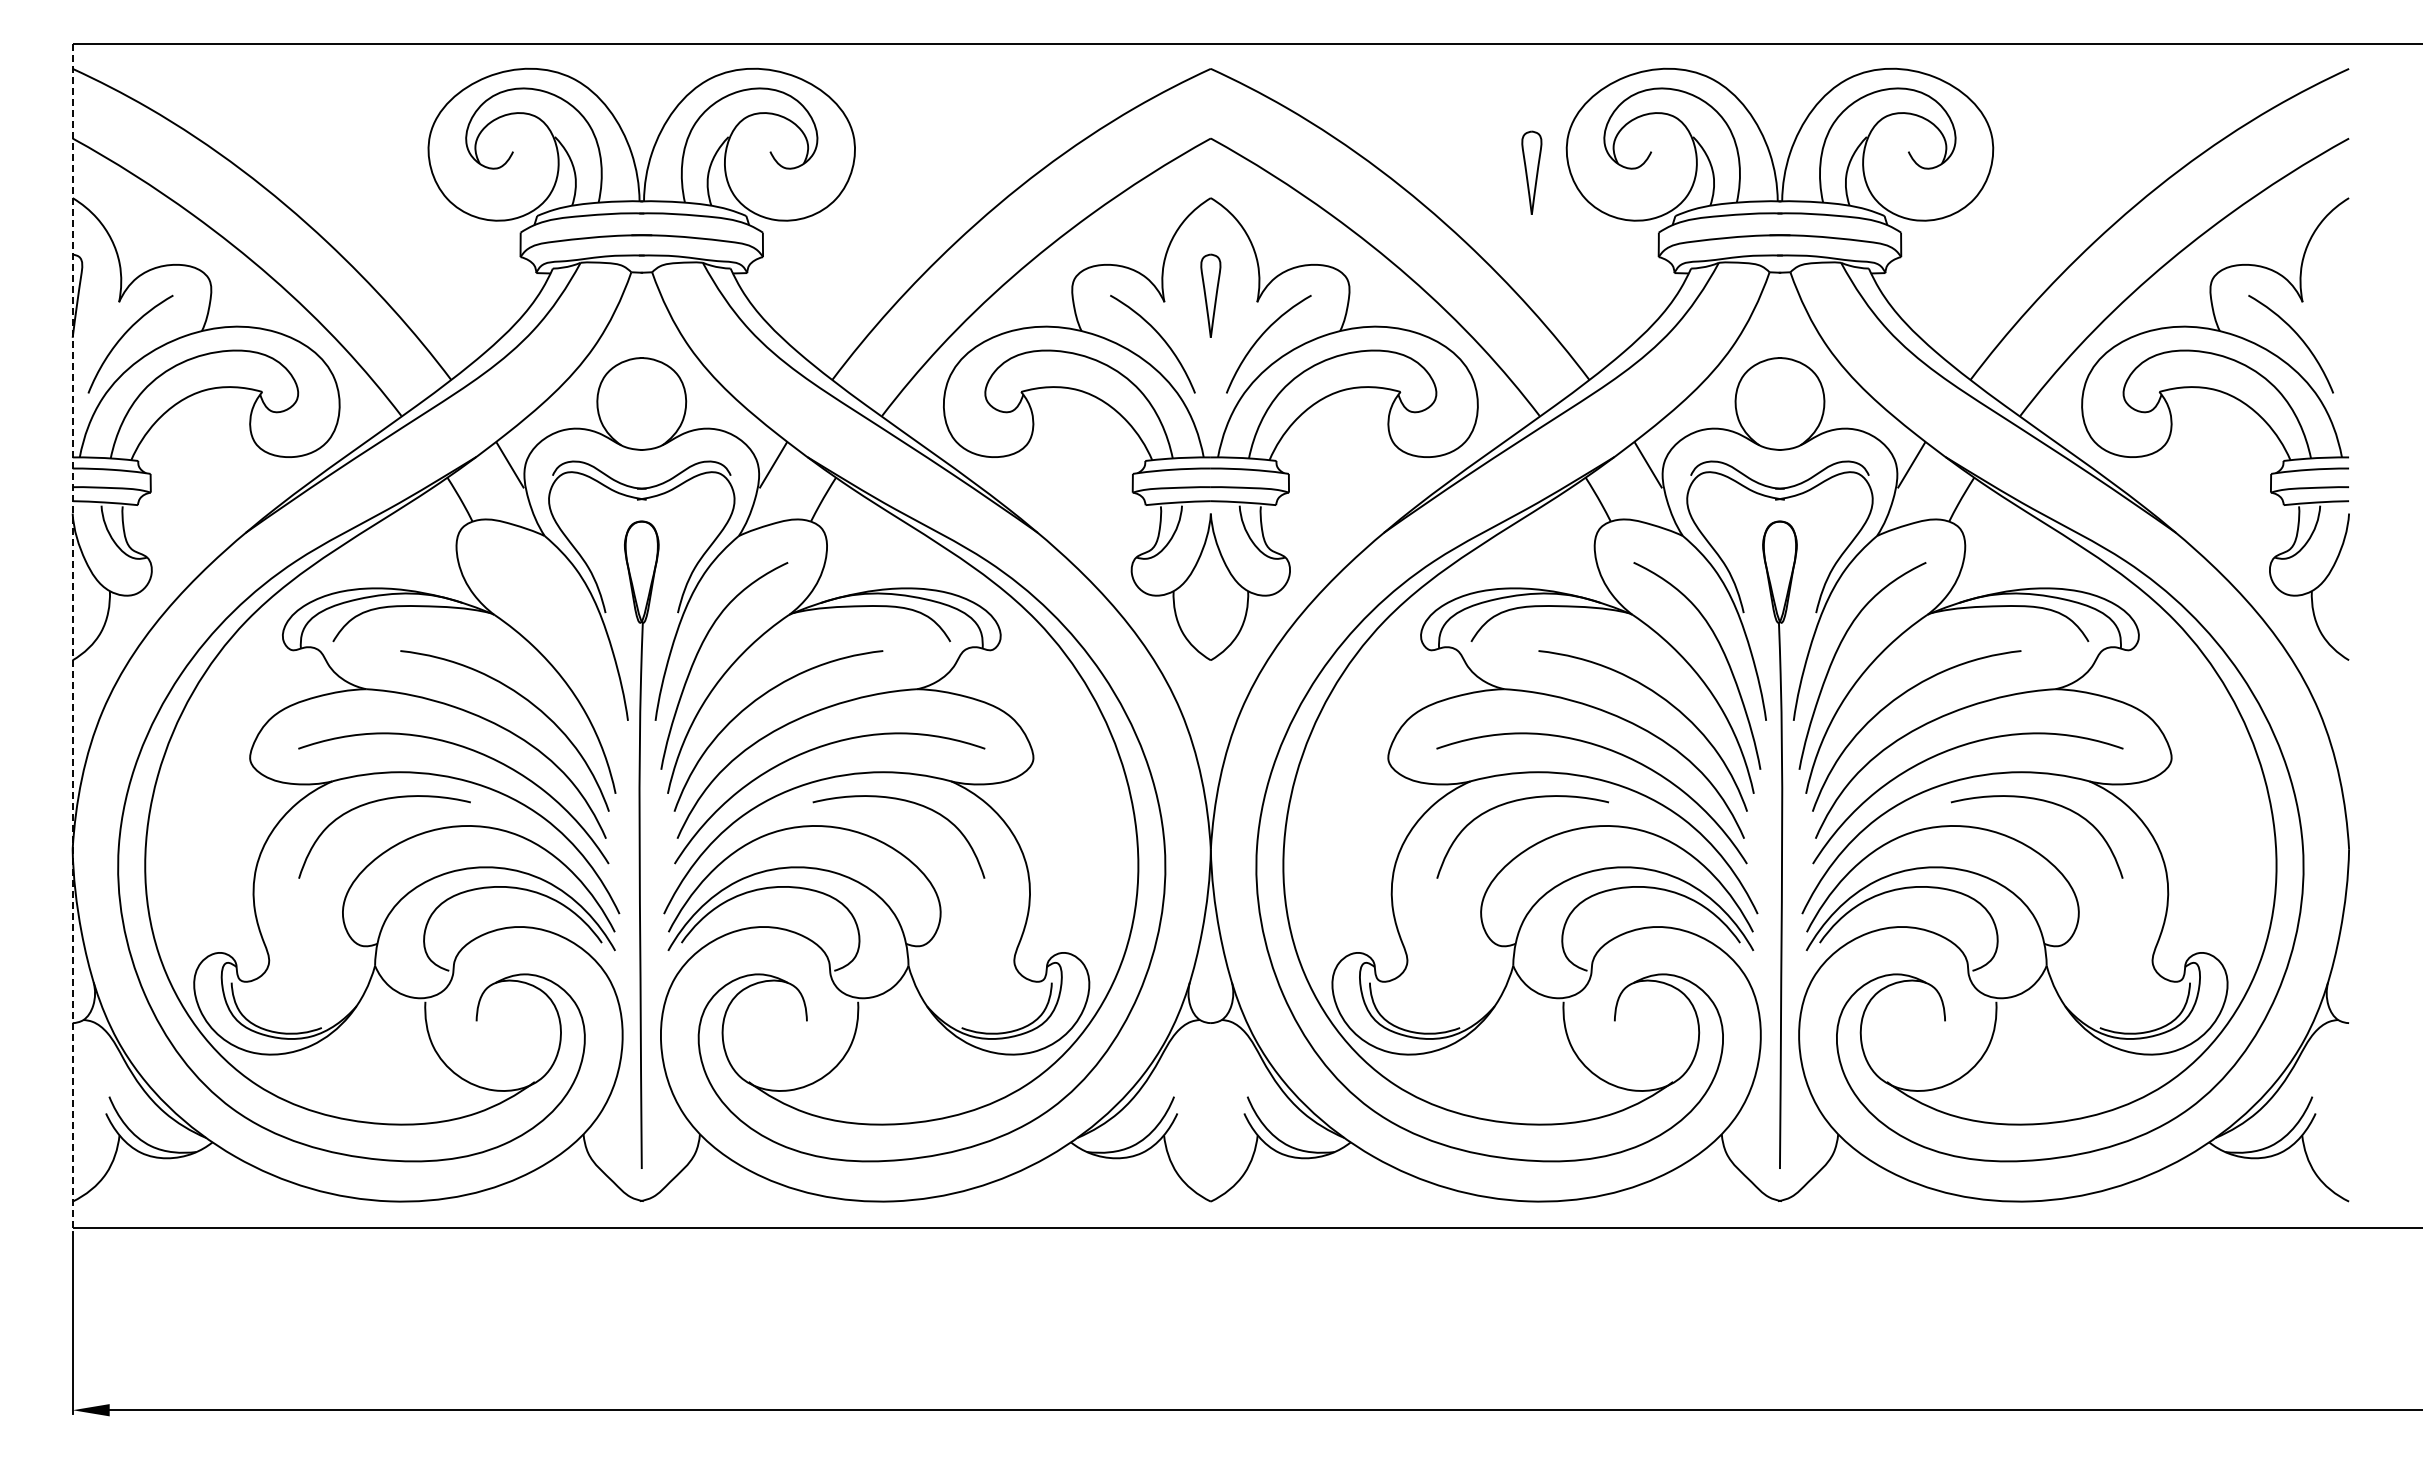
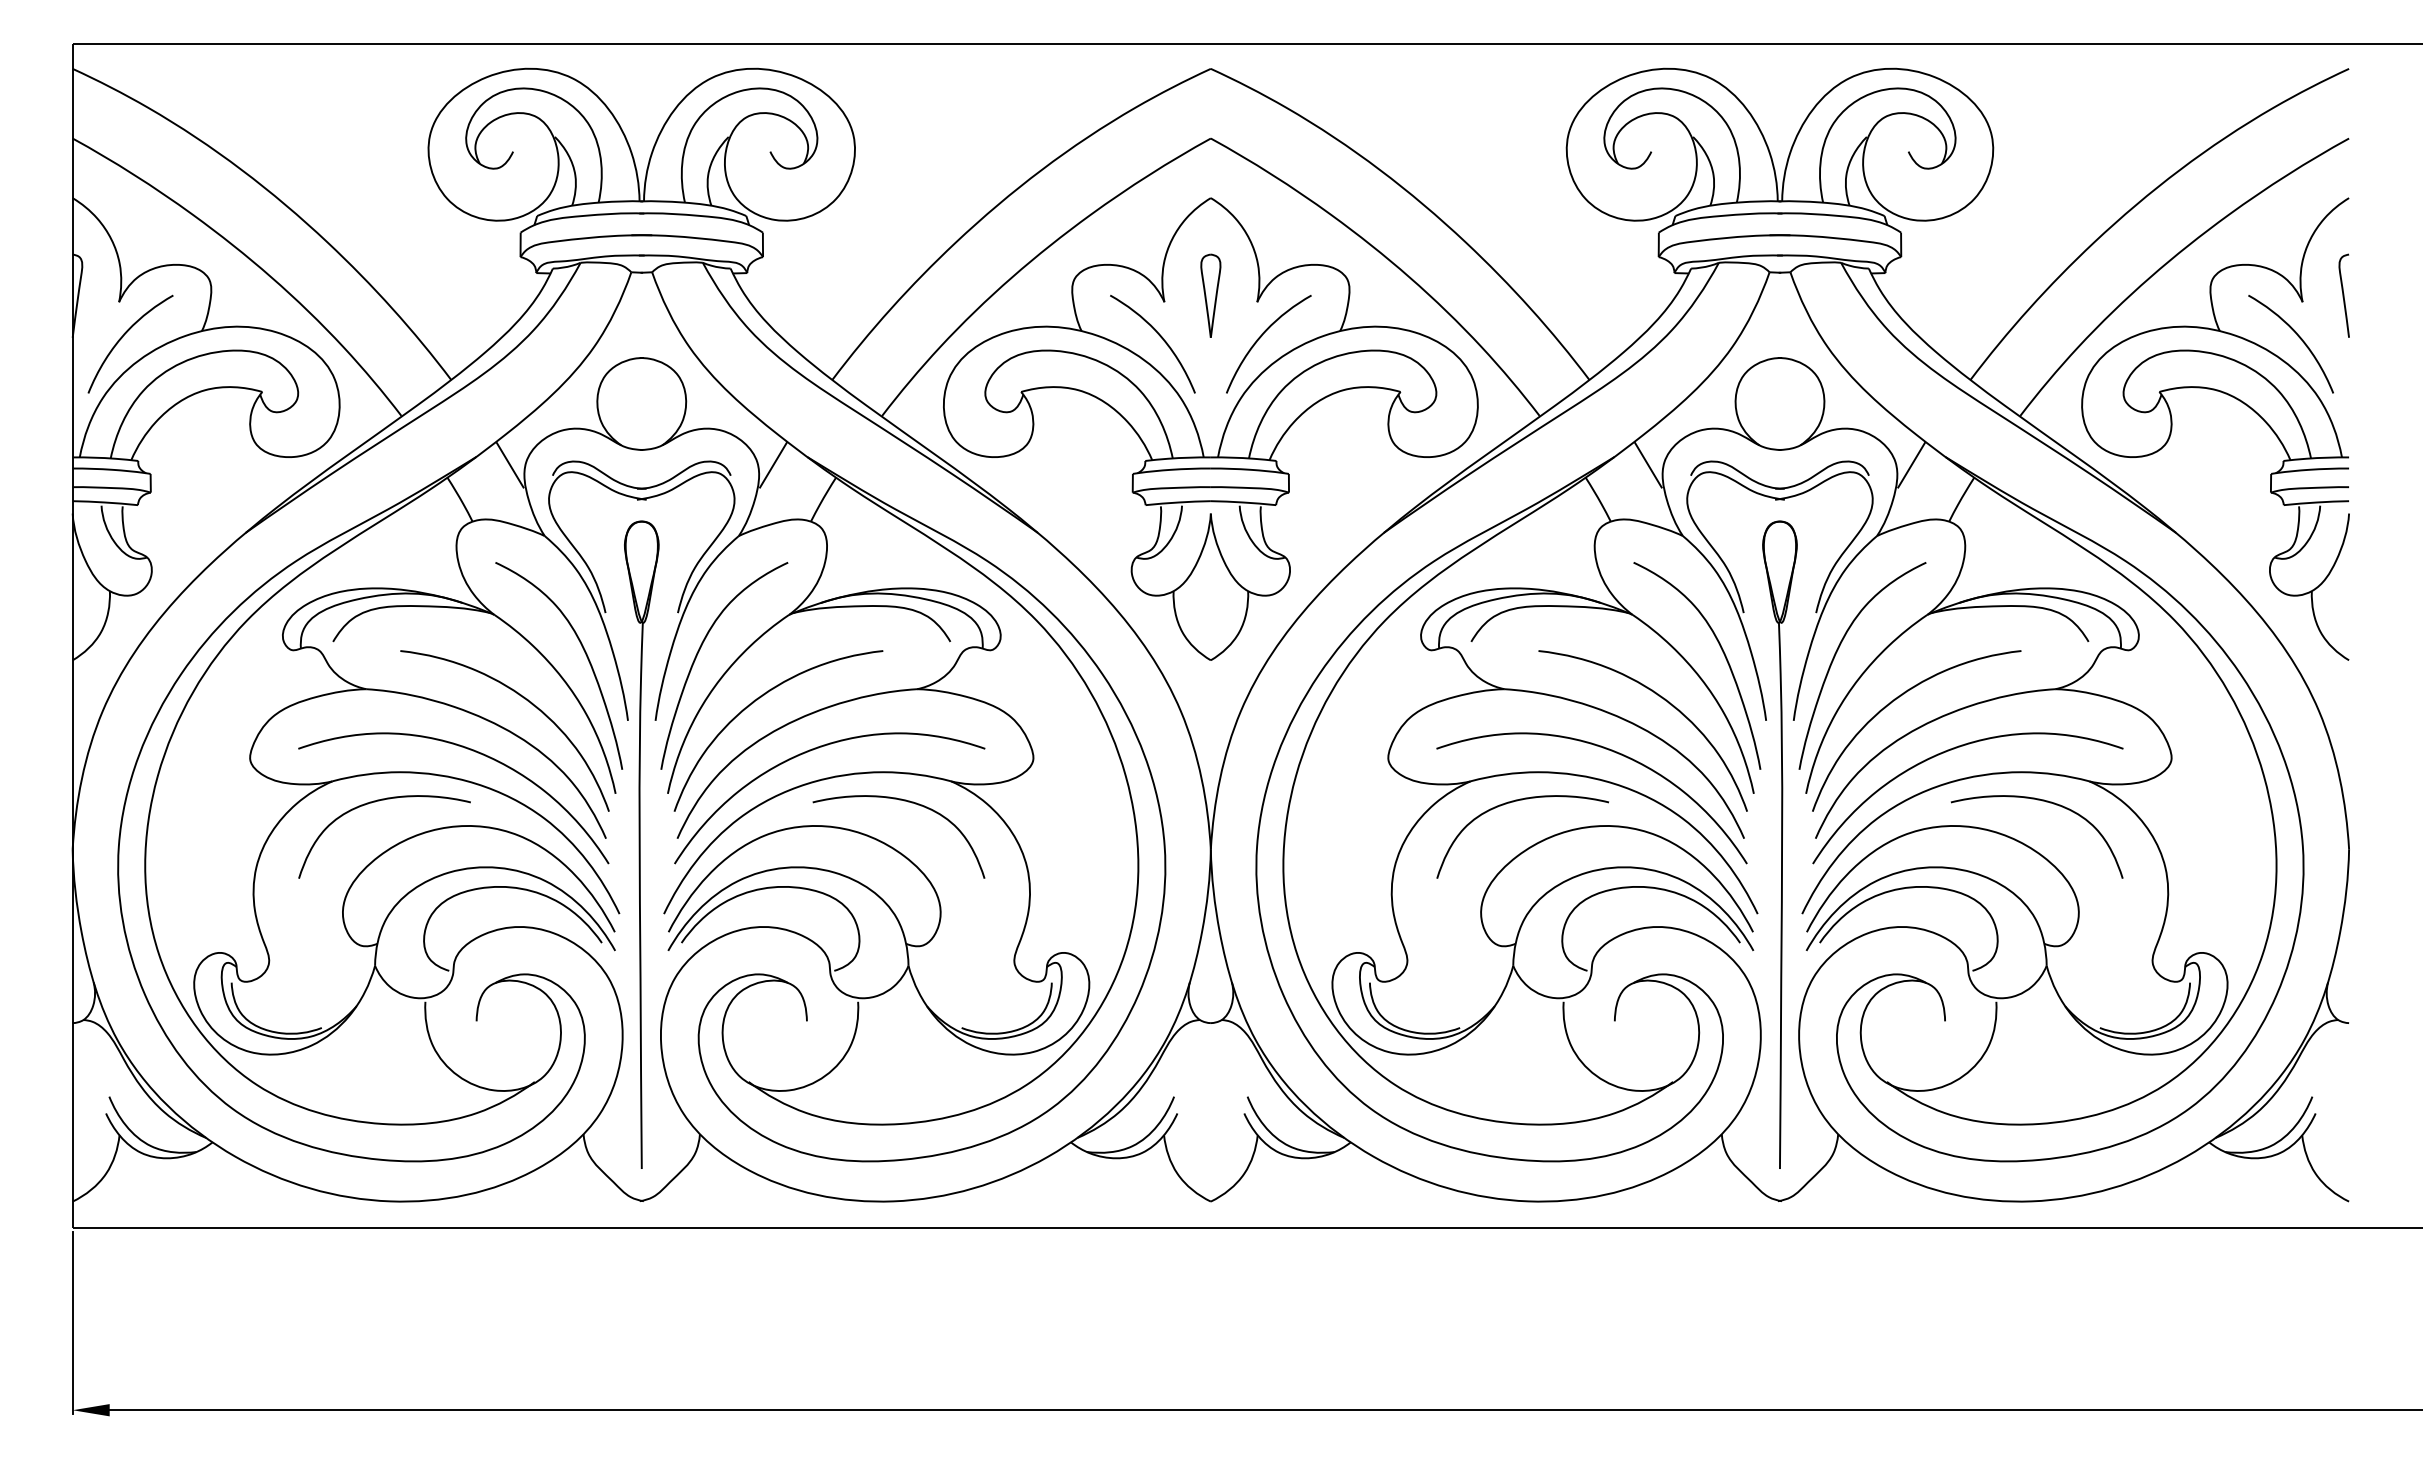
part at (1531, 172): present -> none
curve at (2343, 295): none -> present
line at (72, 636): dashed -> solid
curve at (586, 657): none -> present
